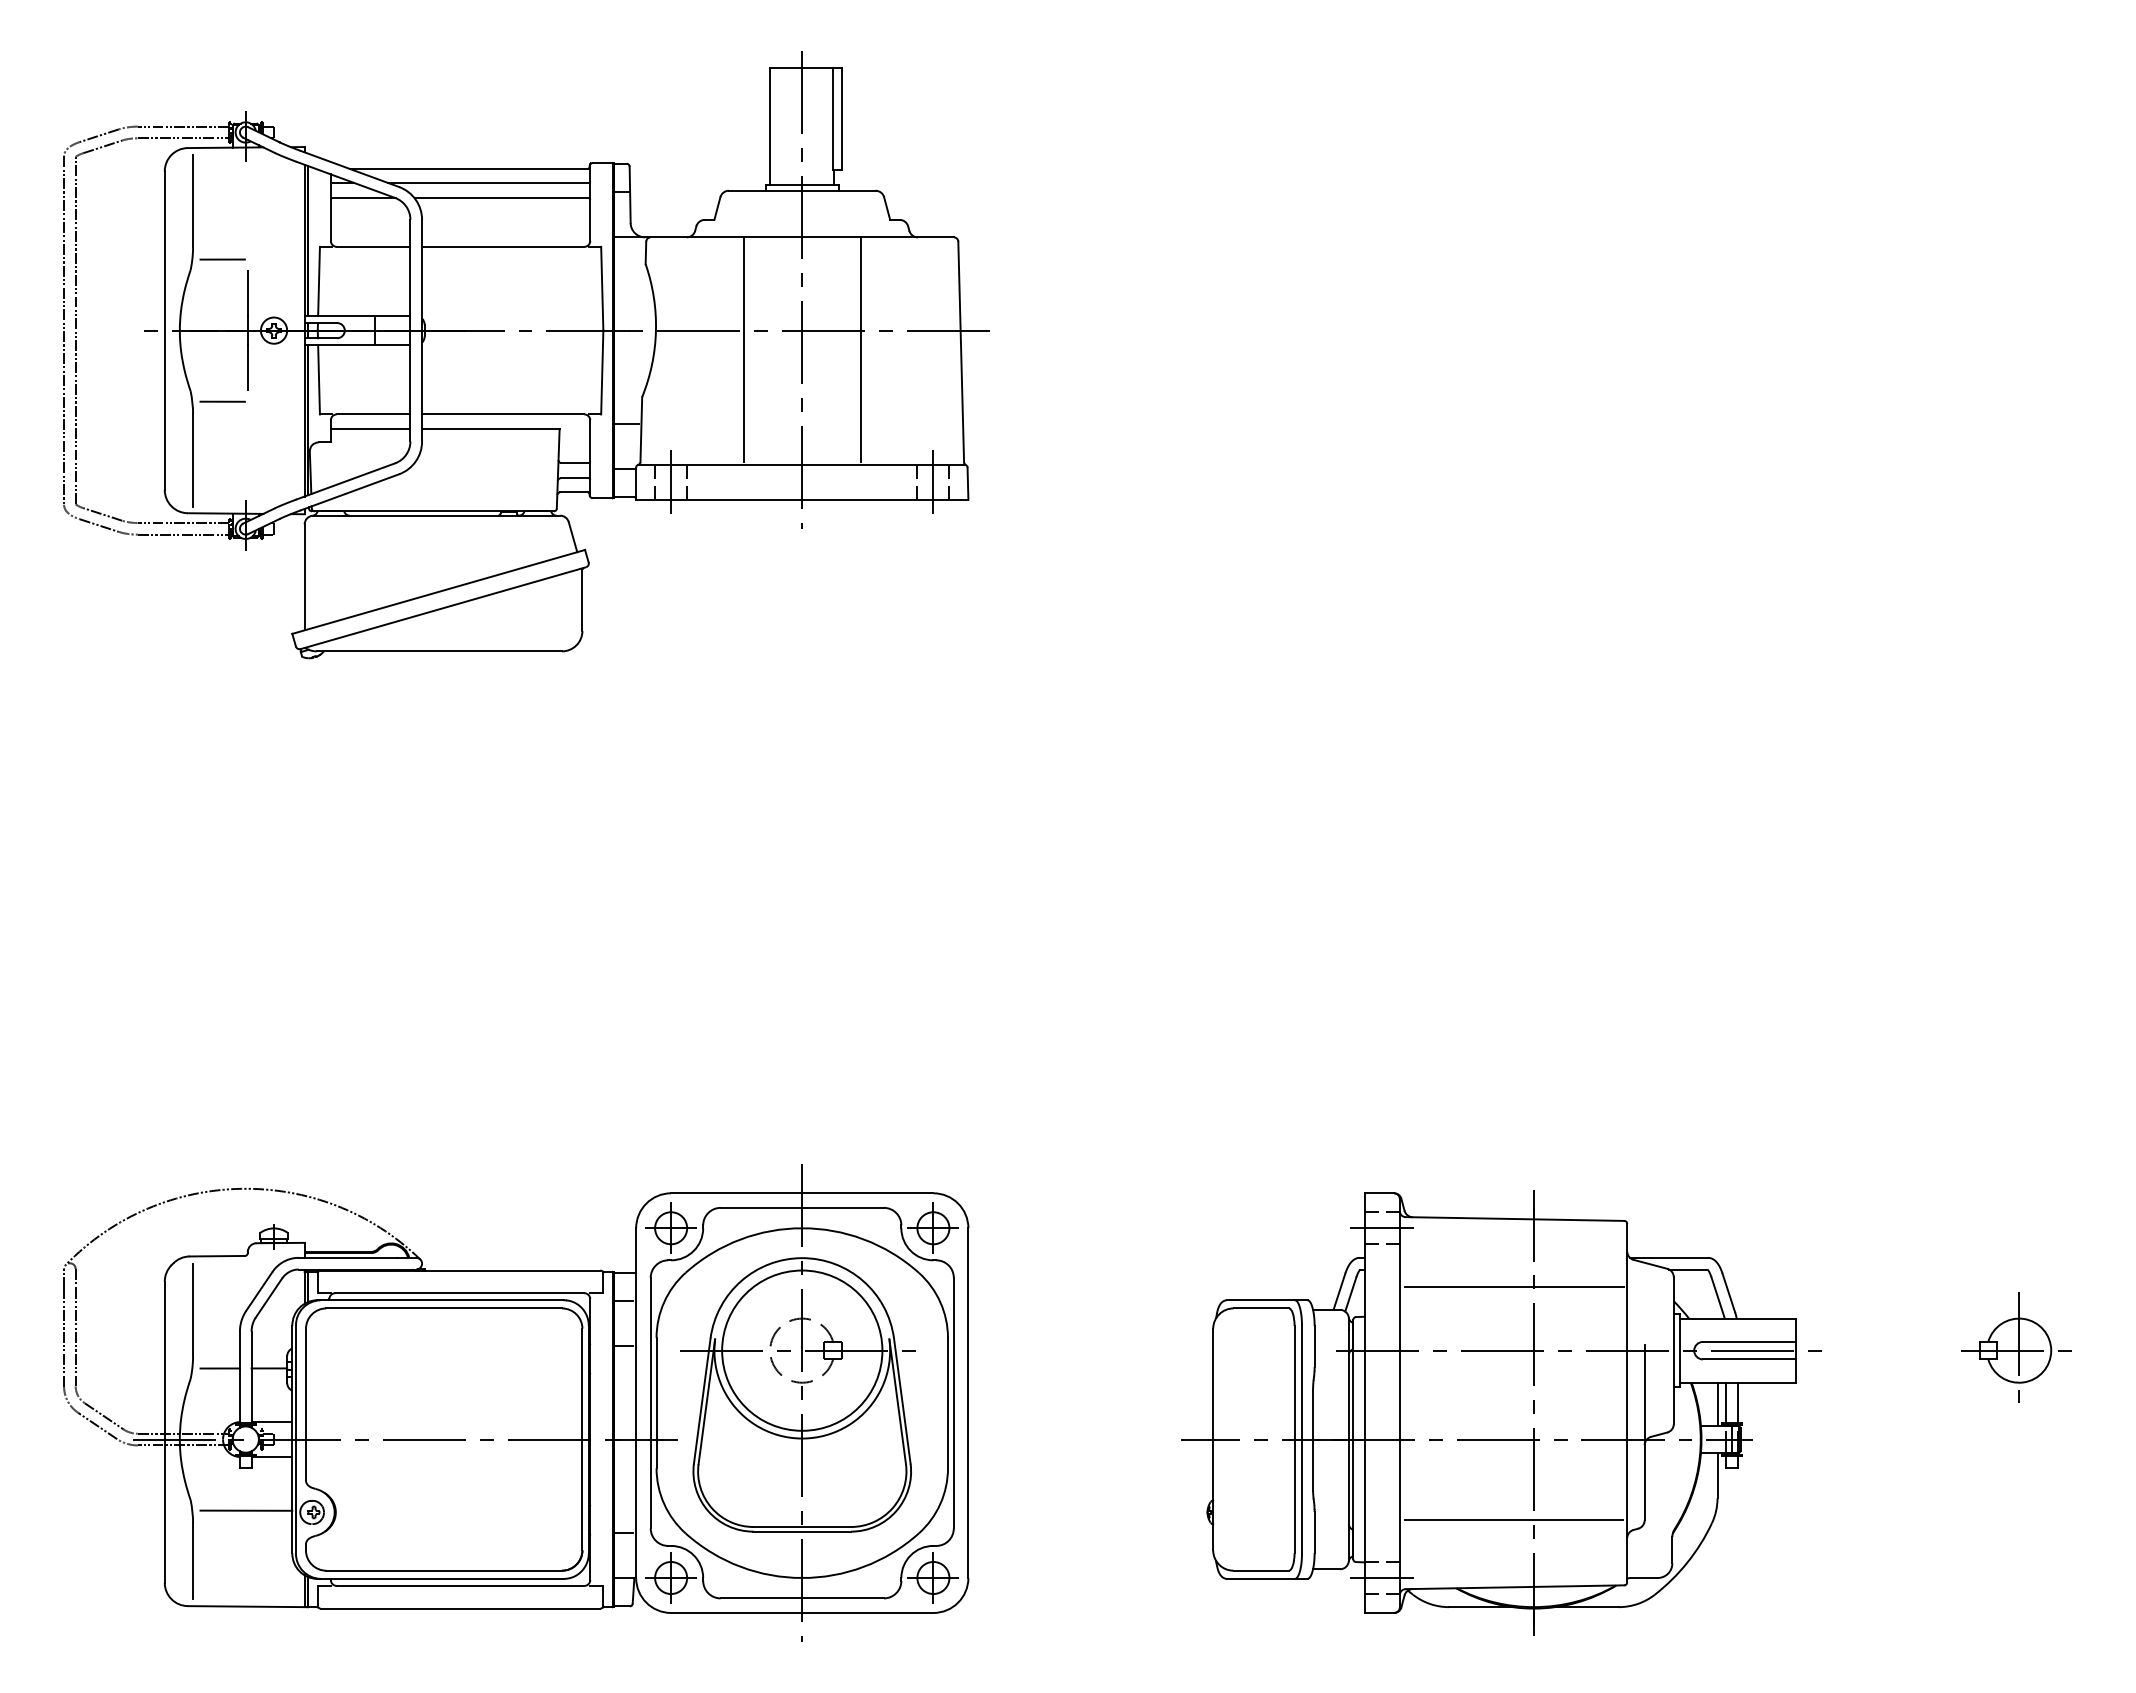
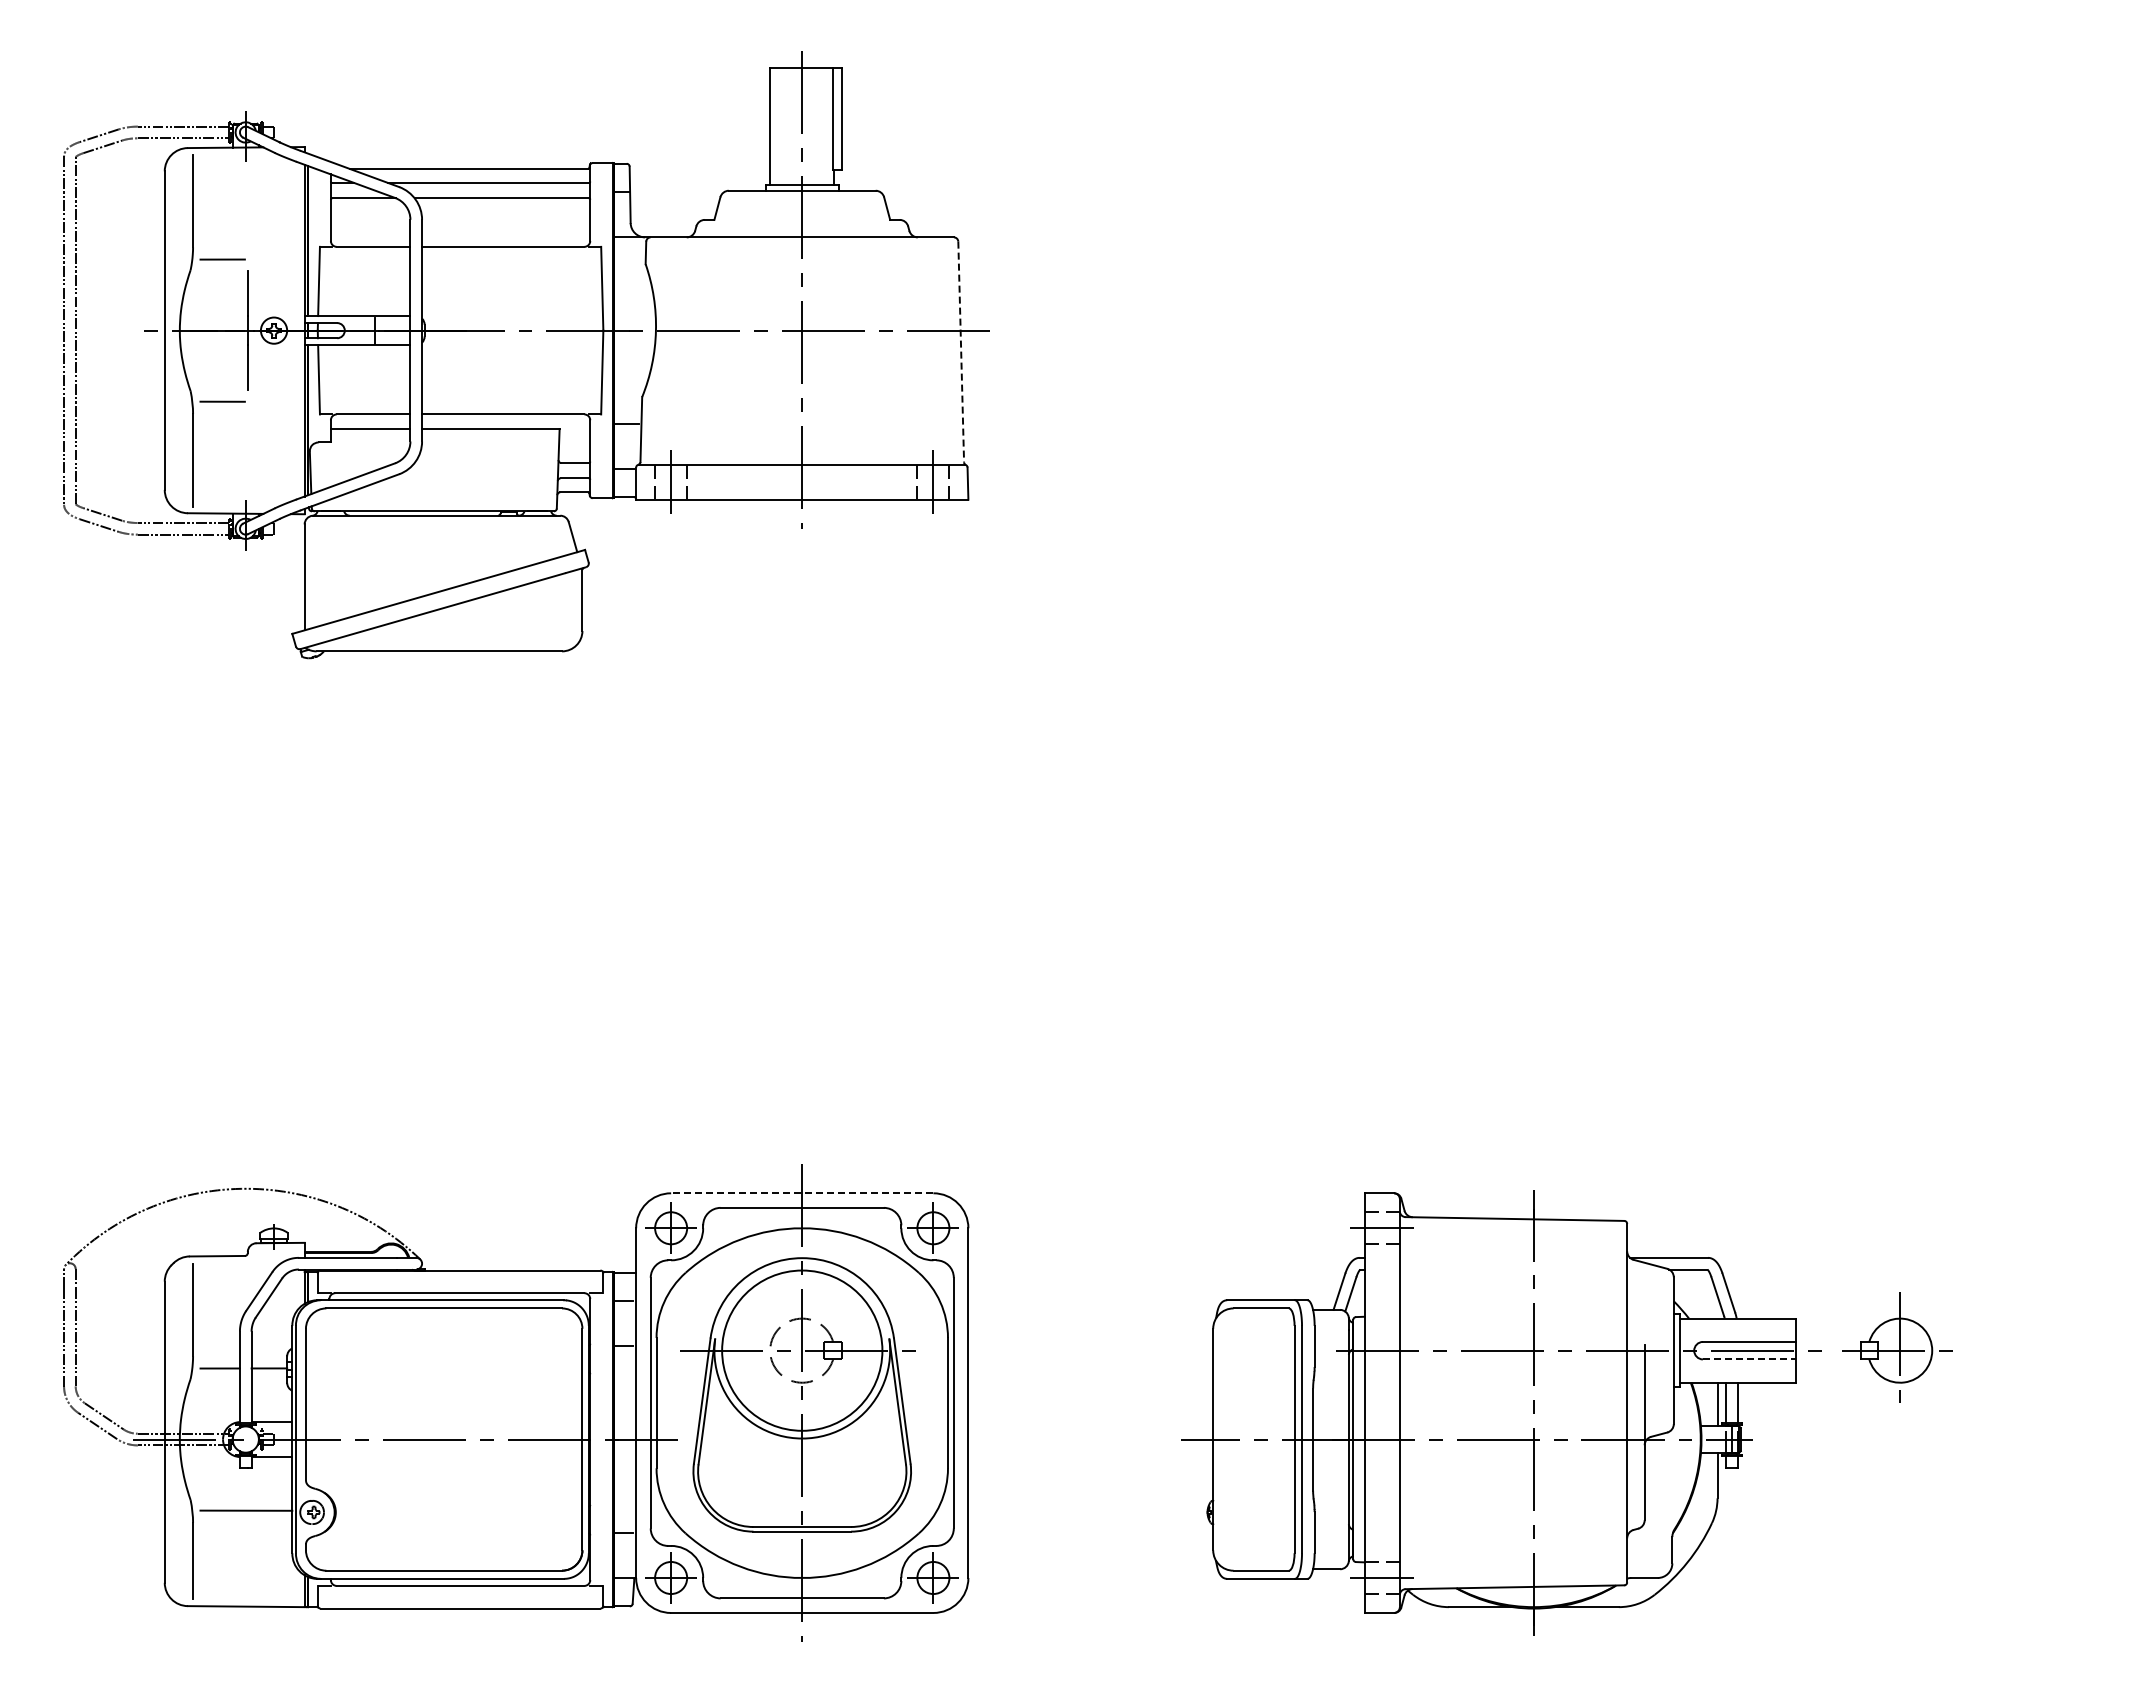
line at (743, 349): present -> none
line at (860, 349): present -> none
line at (961, 352): solid -> dashed
line at (801, 1193): solid -> dashed
line at (1514, 1286): present -> none
part at (2016, 1347) position: (2016, 1347) -> (1897, 1347)
line at (1749, 1359): solid -> dashed
line at (1514, 1519): present -> none
